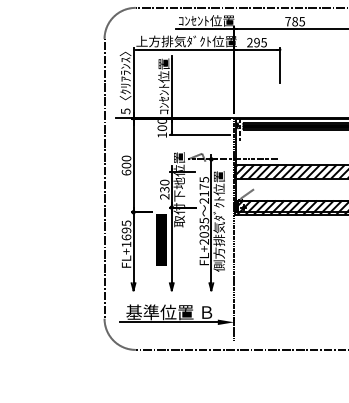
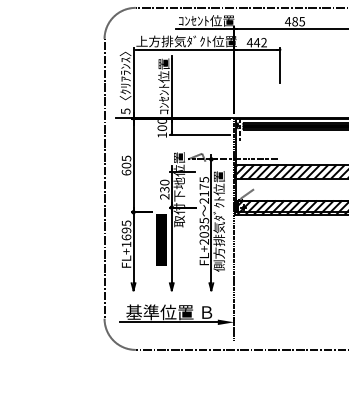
text at (287, 21): 785 -> 485
text at (256, 42): 295 -> 442
text at (126, 158): 600 -> 605
